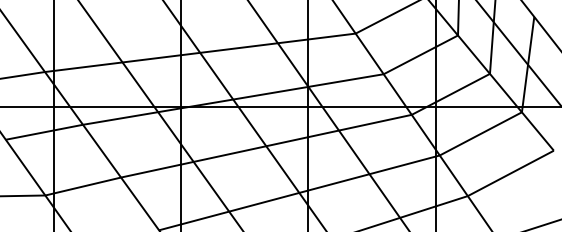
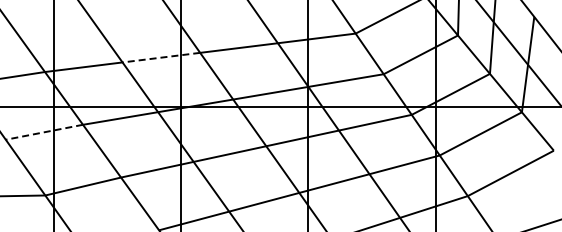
line at (160, 57): solid -> dashed
line at (43, 132): solid -> dashed
